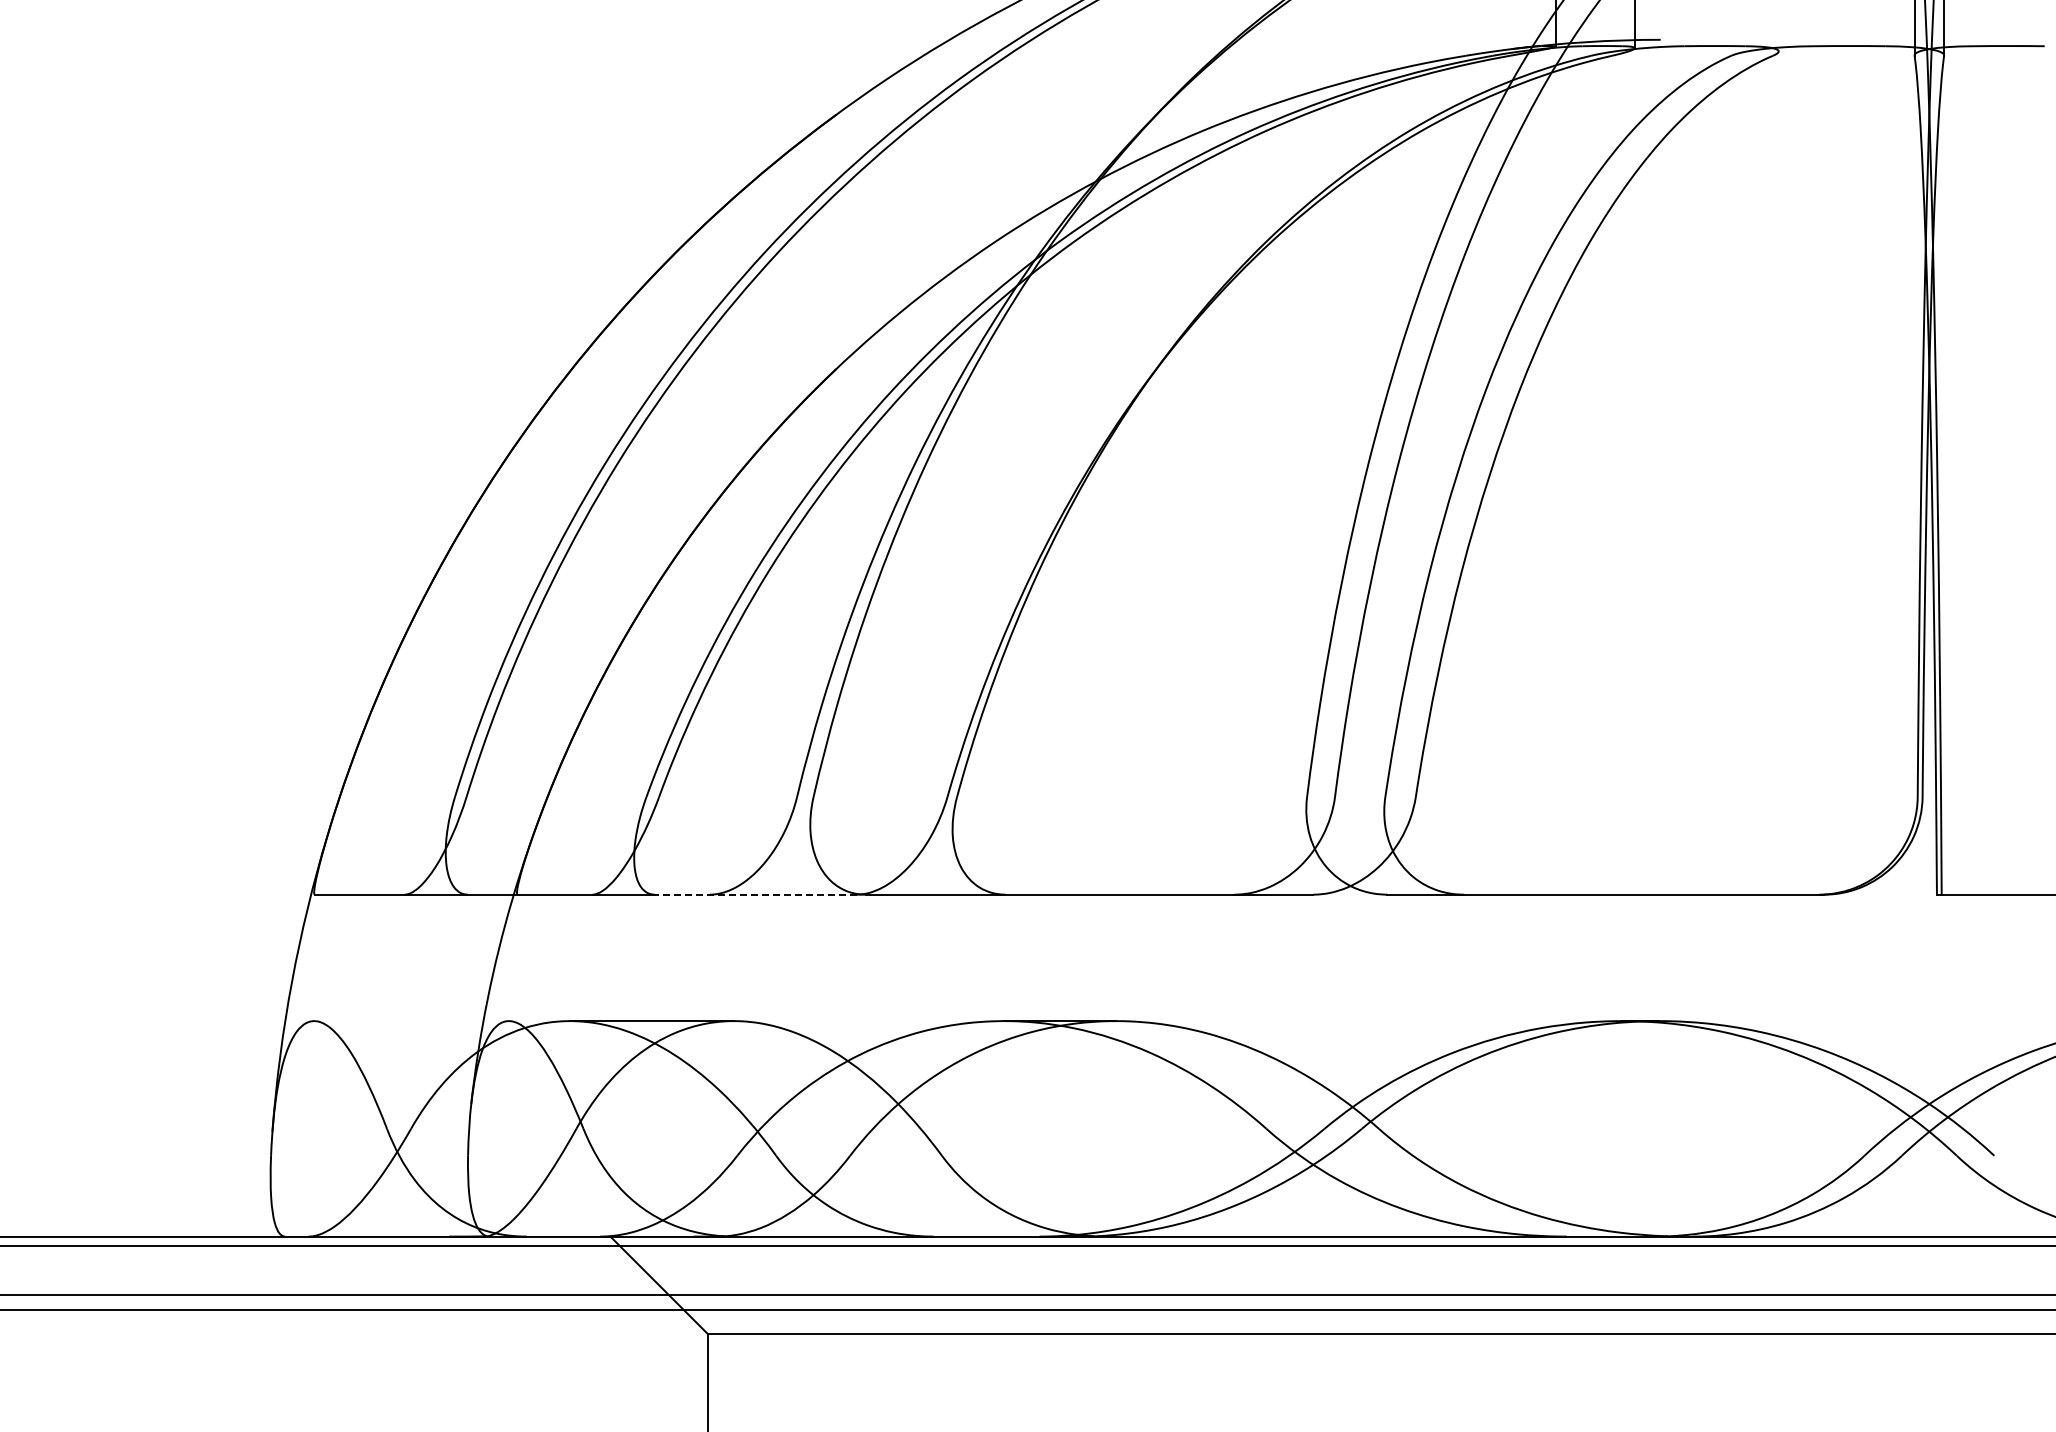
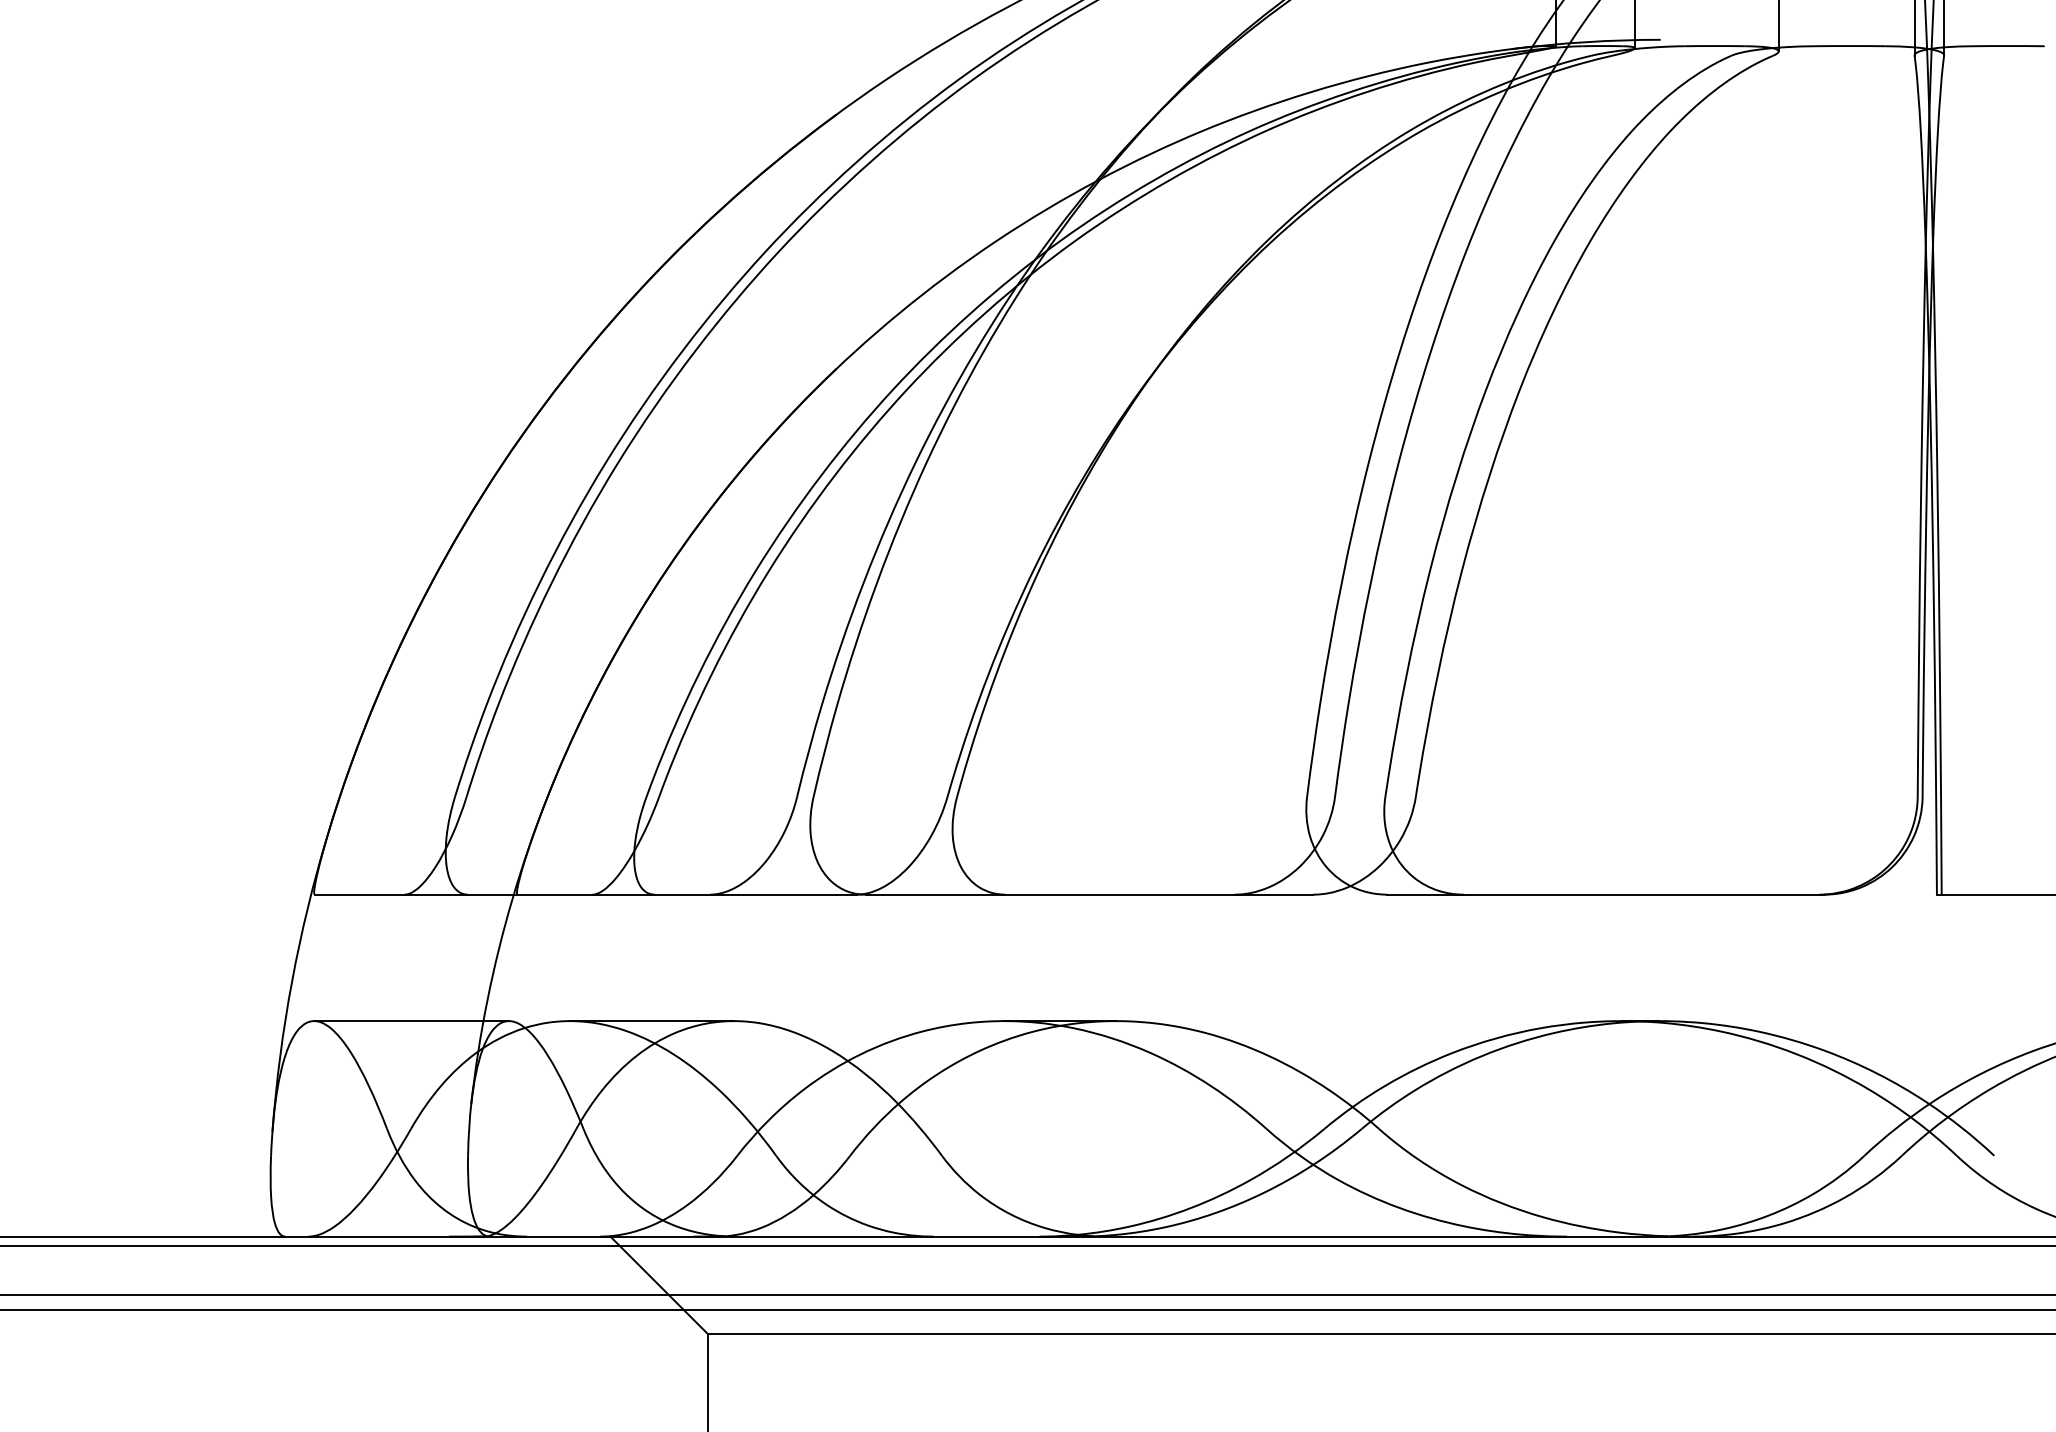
line at (1778, 26): none -> present
line at (755, 894): dashed -> solid
line at (411, 1021): none -> present
